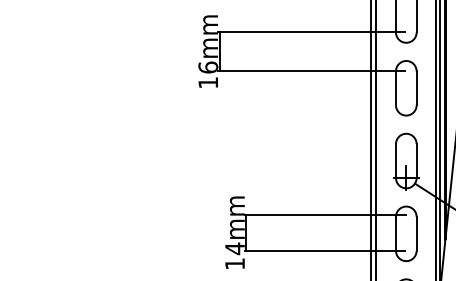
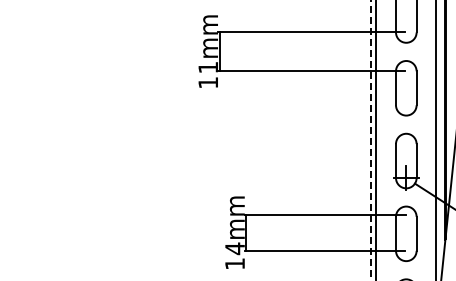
text at (208, 67): 16mm -> 11mm
line at (439, 139): present -> none
line at (371, 140): solid -> dashed
